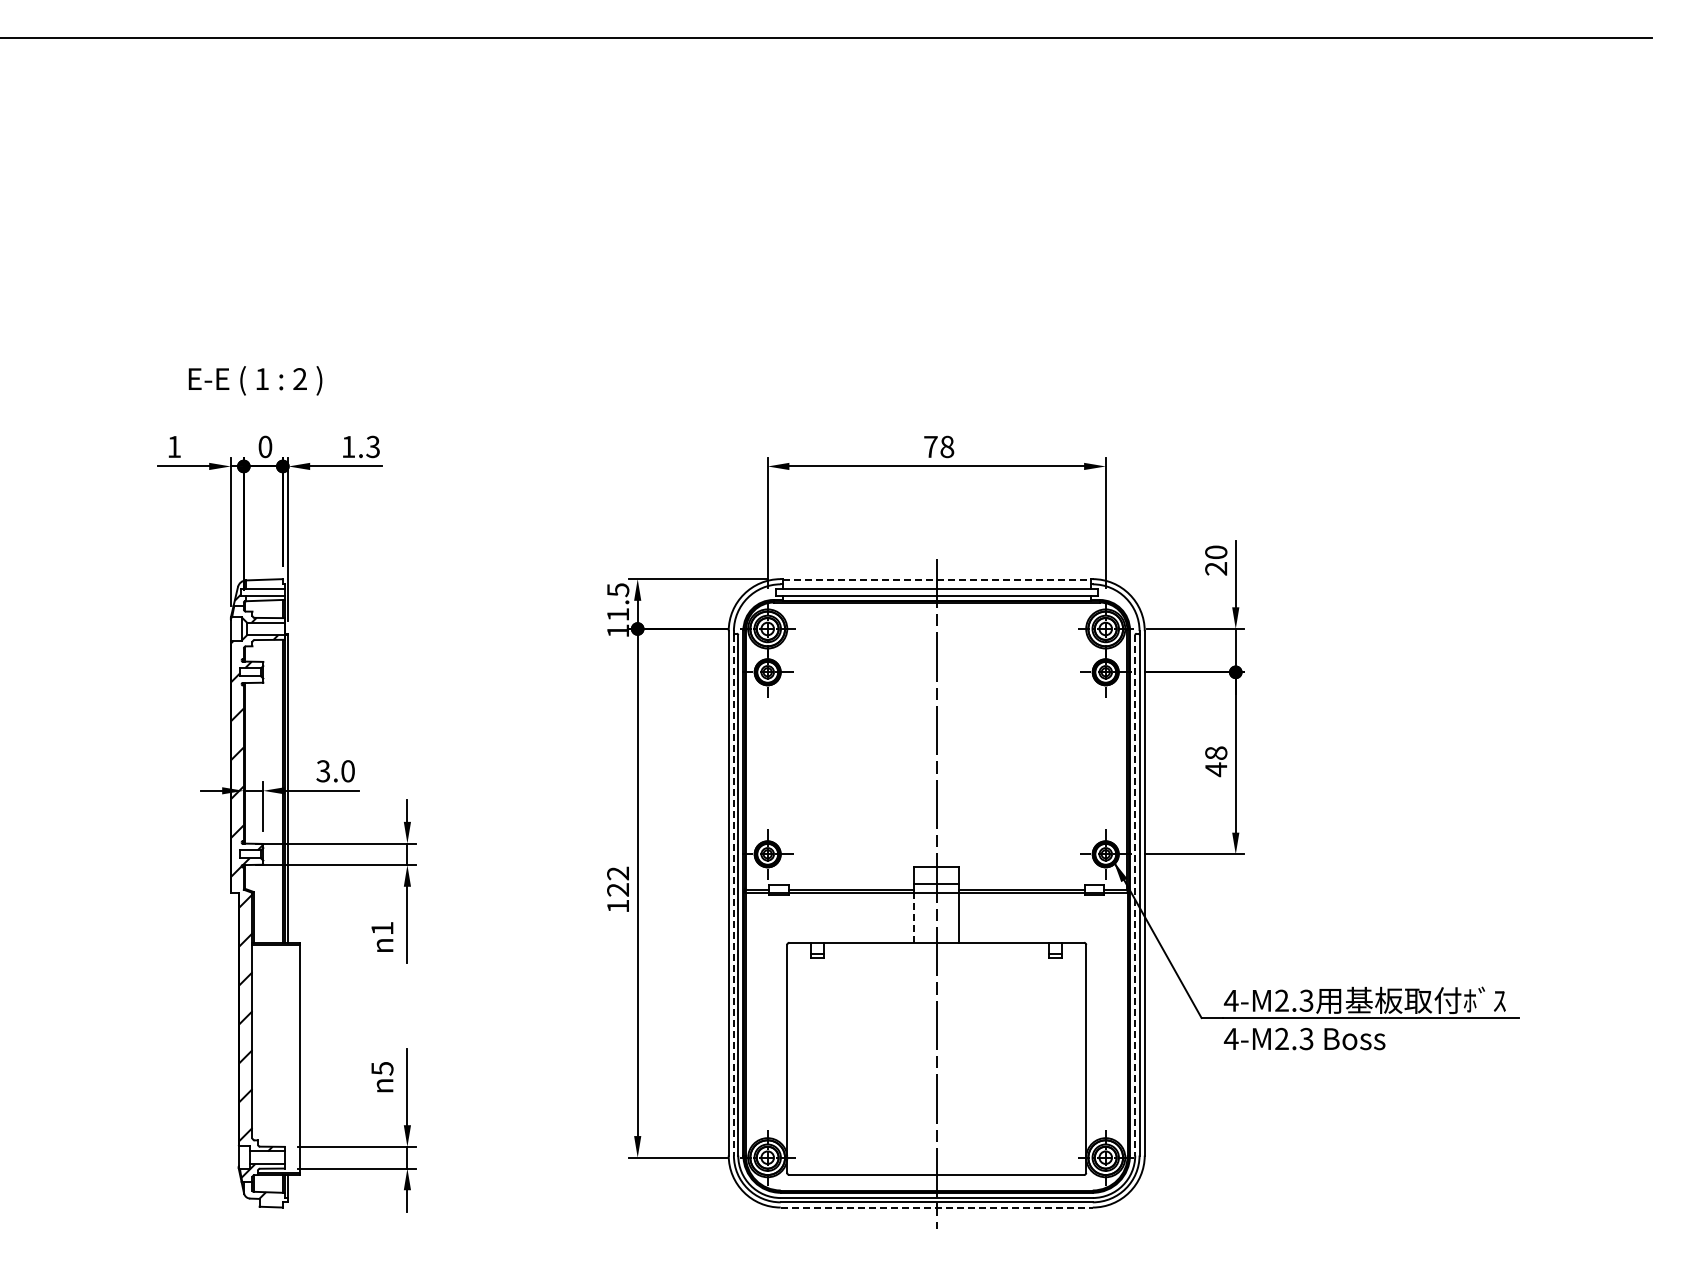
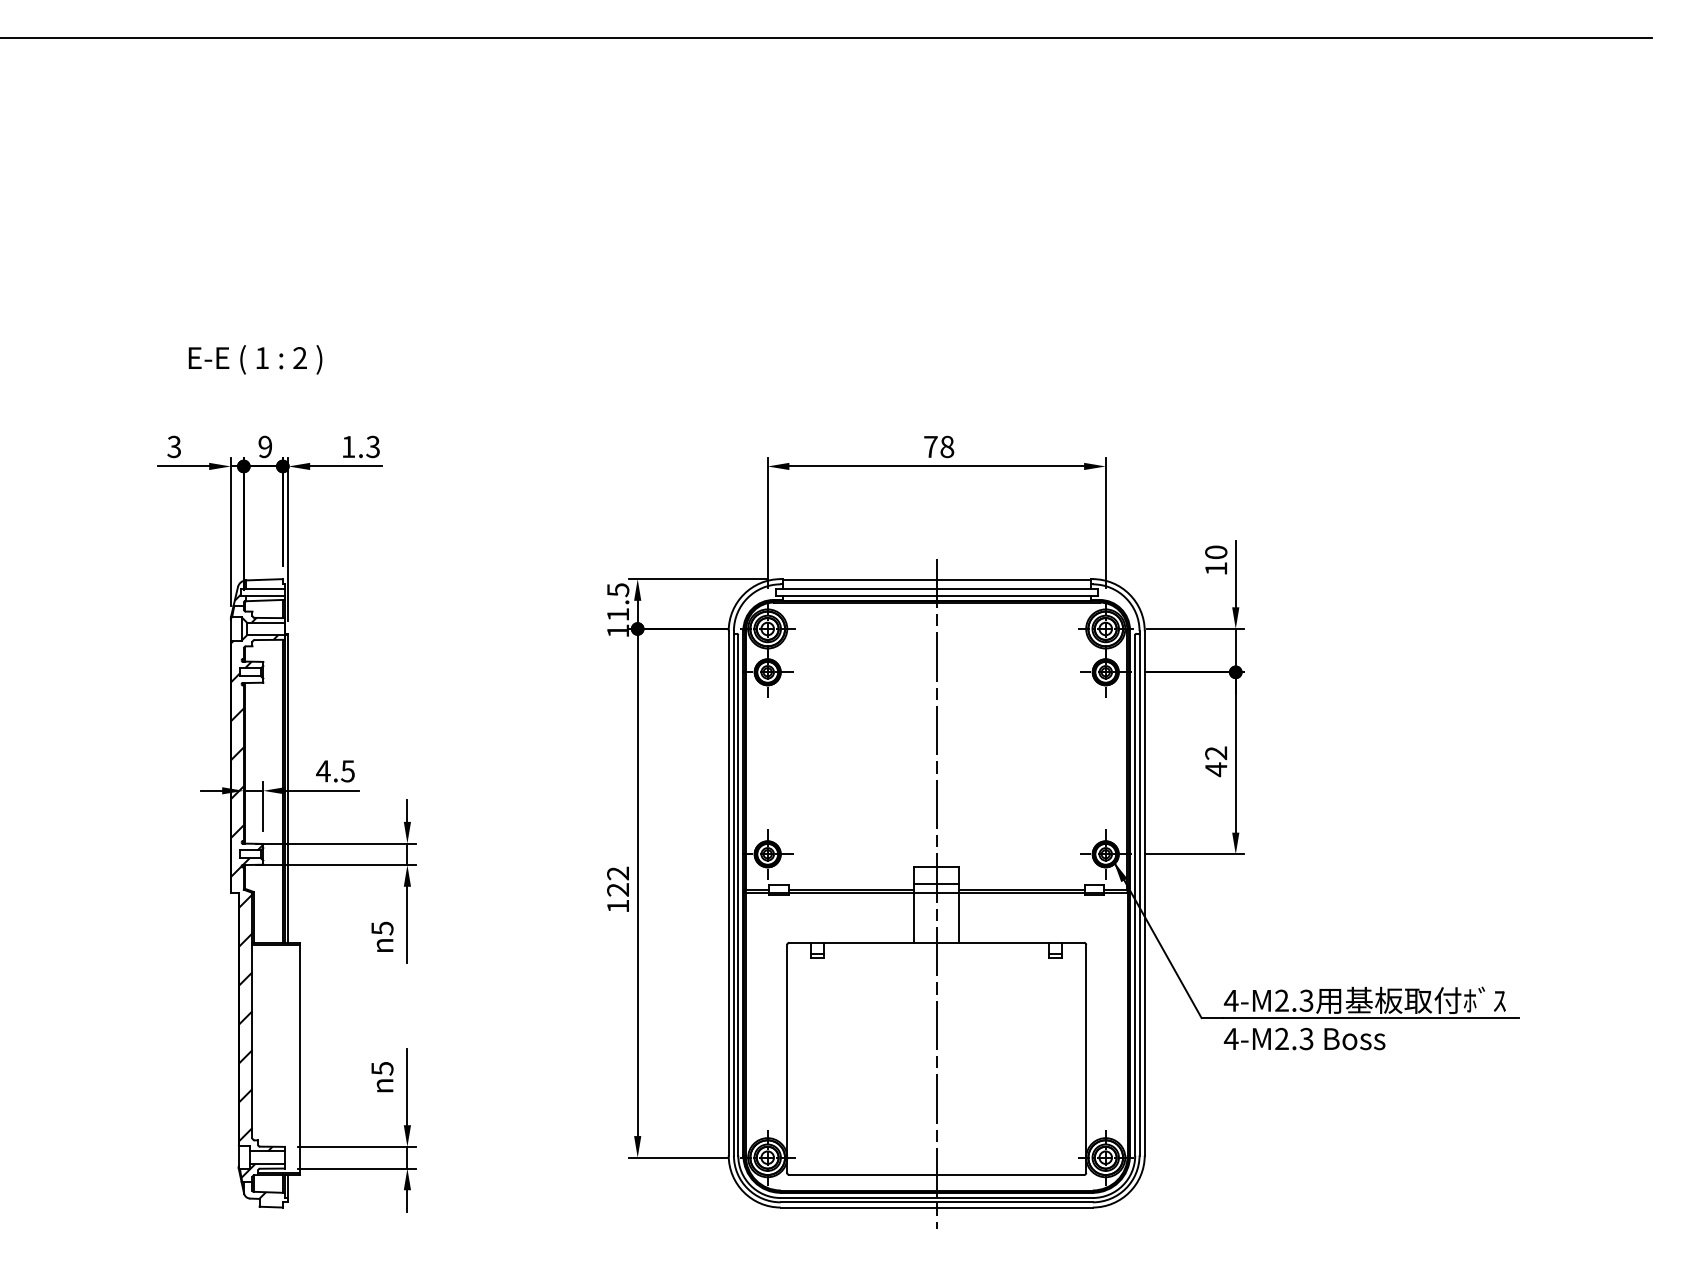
text at (255, 380) position: (255, 380) -> (255, 359)
text at (173, 446): 1 -> 3
text at (265, 446): 0 -> 9
text at (1215, 568): 20 -> 10
line at (937, 580): dashed -> solid
text at (1216, 753): 48 -> 42
text at (335, 771): 3.0 -> 4.5
line at (733, 895): dashed -> solid
line at (1135, 895): dashed -> solid
line at (914, 917): dashed -> solid
text at (382, 928): 1 -> 5
line at (937, 1207): dashed -> solid
